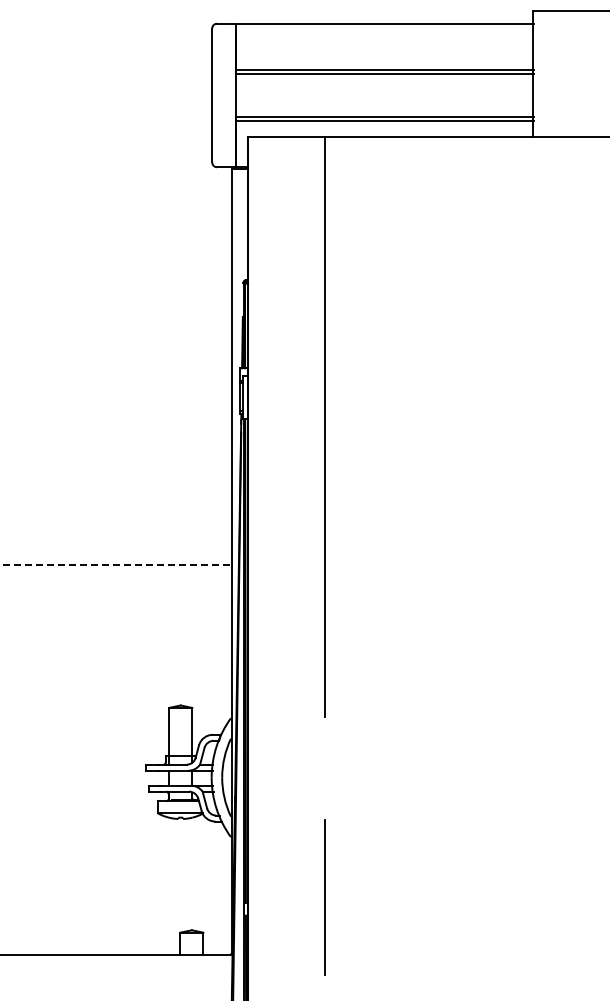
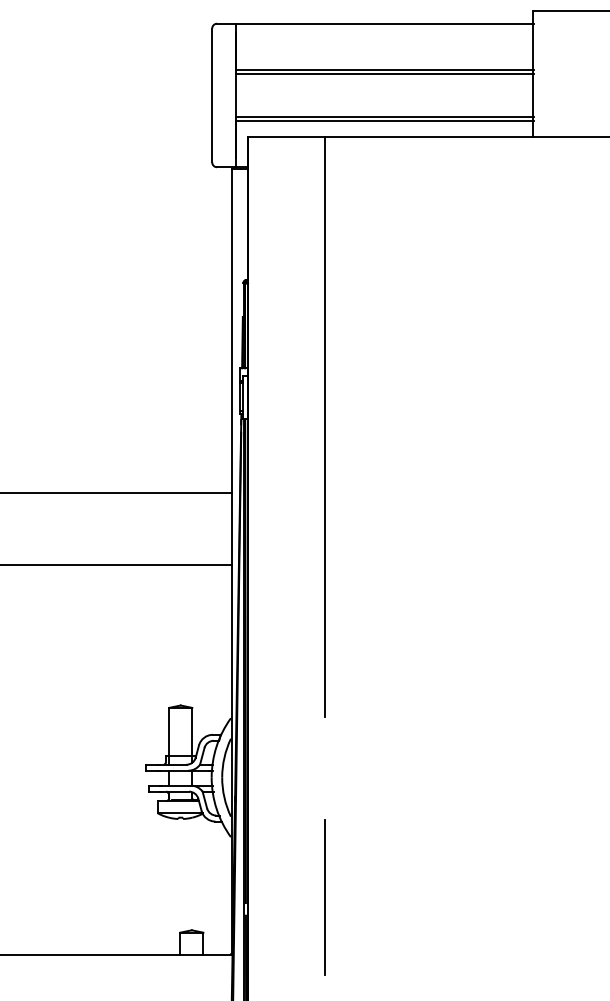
line at (116, 493): none -> present
line at (116, 565): dashed -> solid
